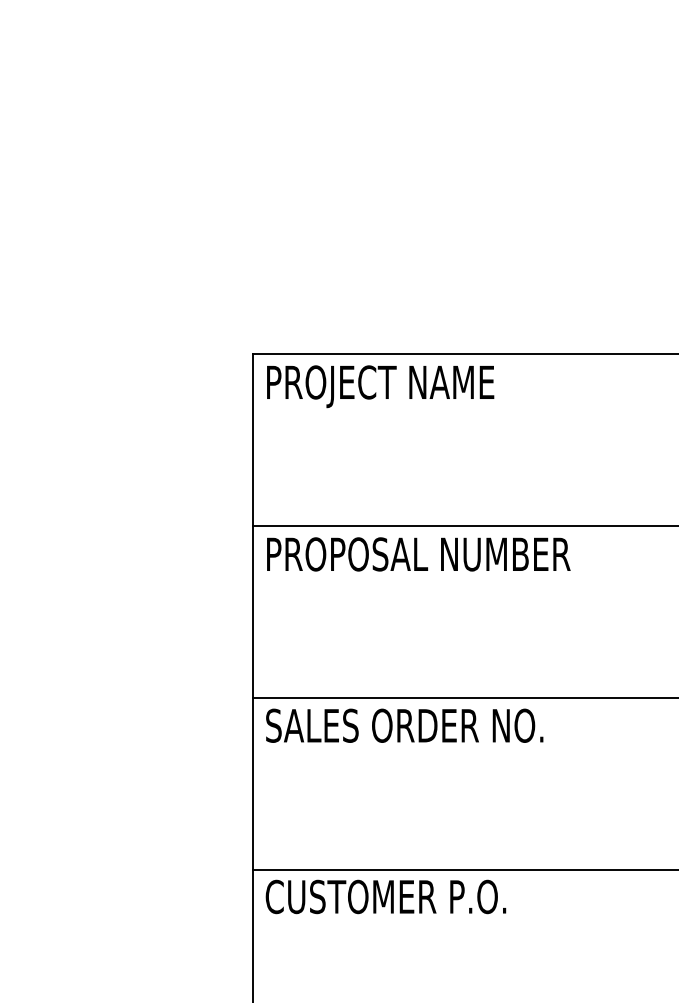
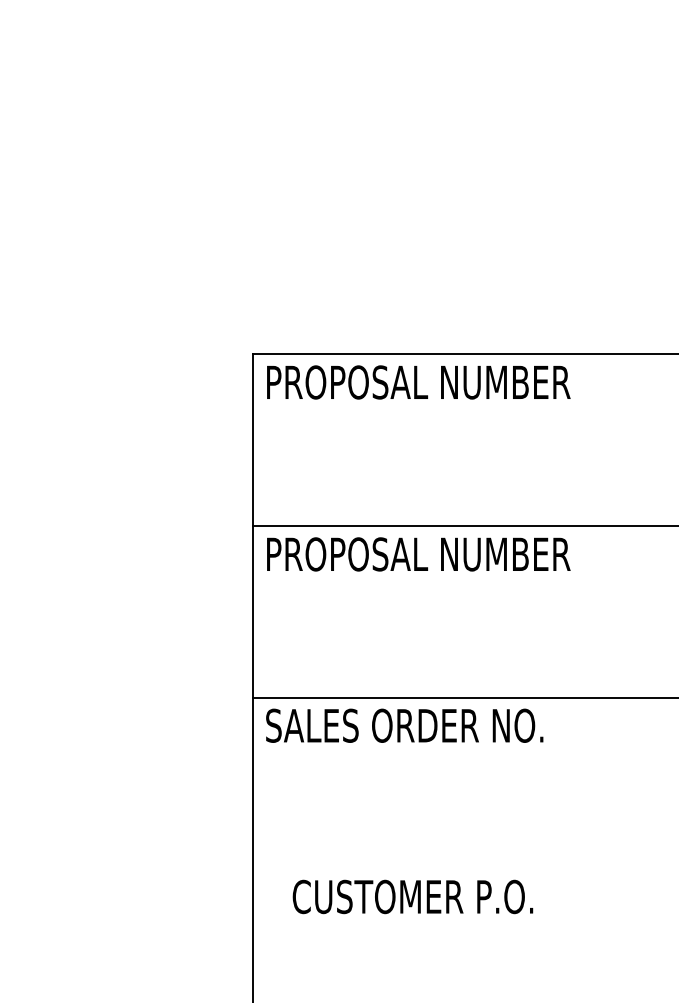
text at (448, 386): PROJECT NAME -> PROPOSAL NUMBER
line at (464, 869): present -> none
text at (385, 896) position: (385, 896) -> (412, 896)
